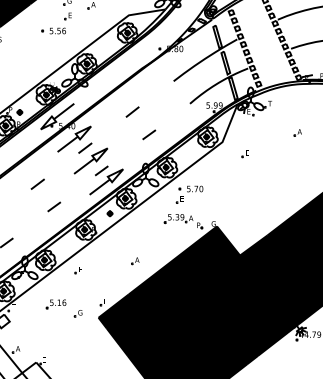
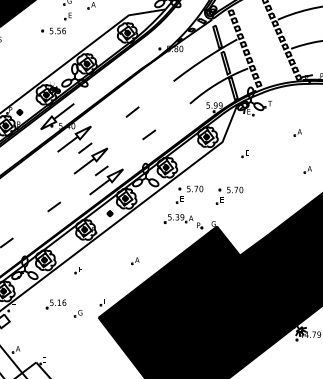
part at (307, 169): none -> present
line at (37, 183): present -> none
part at (229, 195): none -> present
